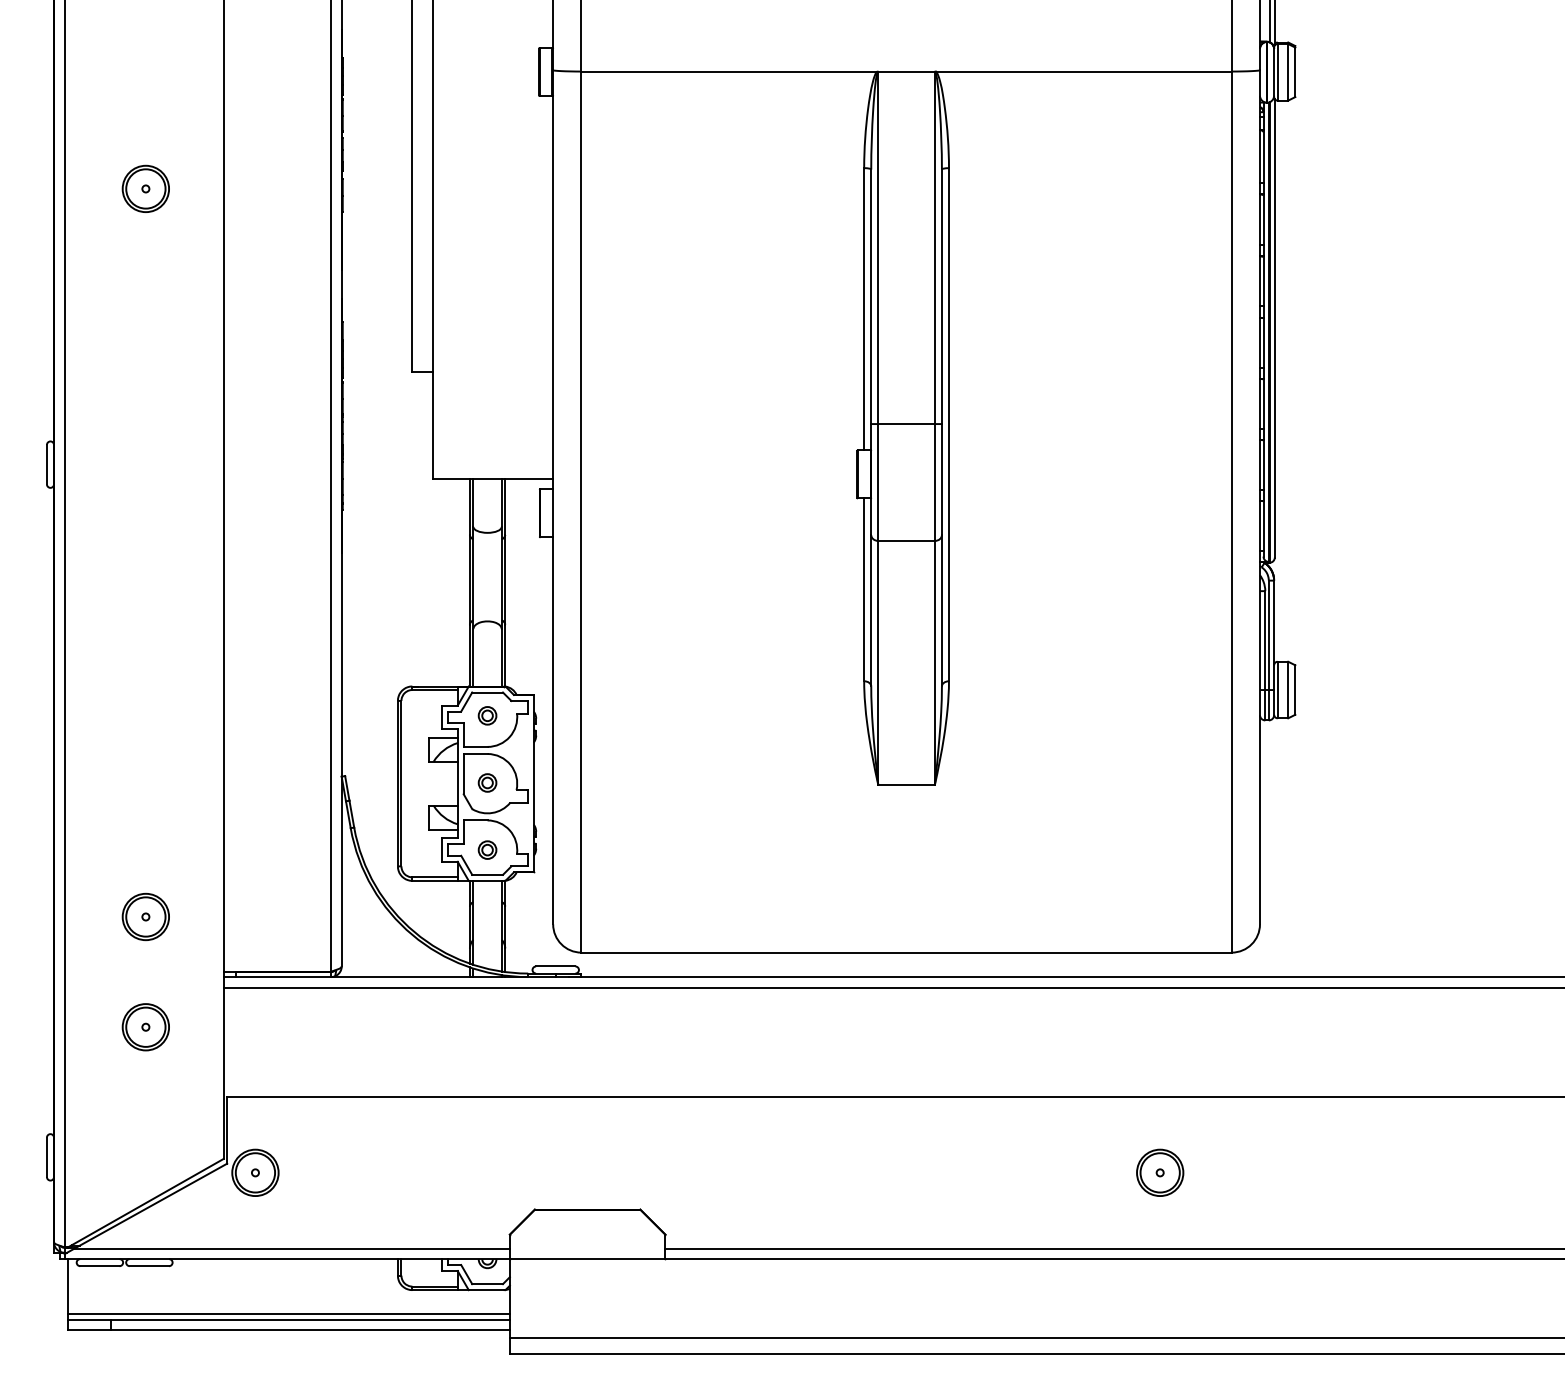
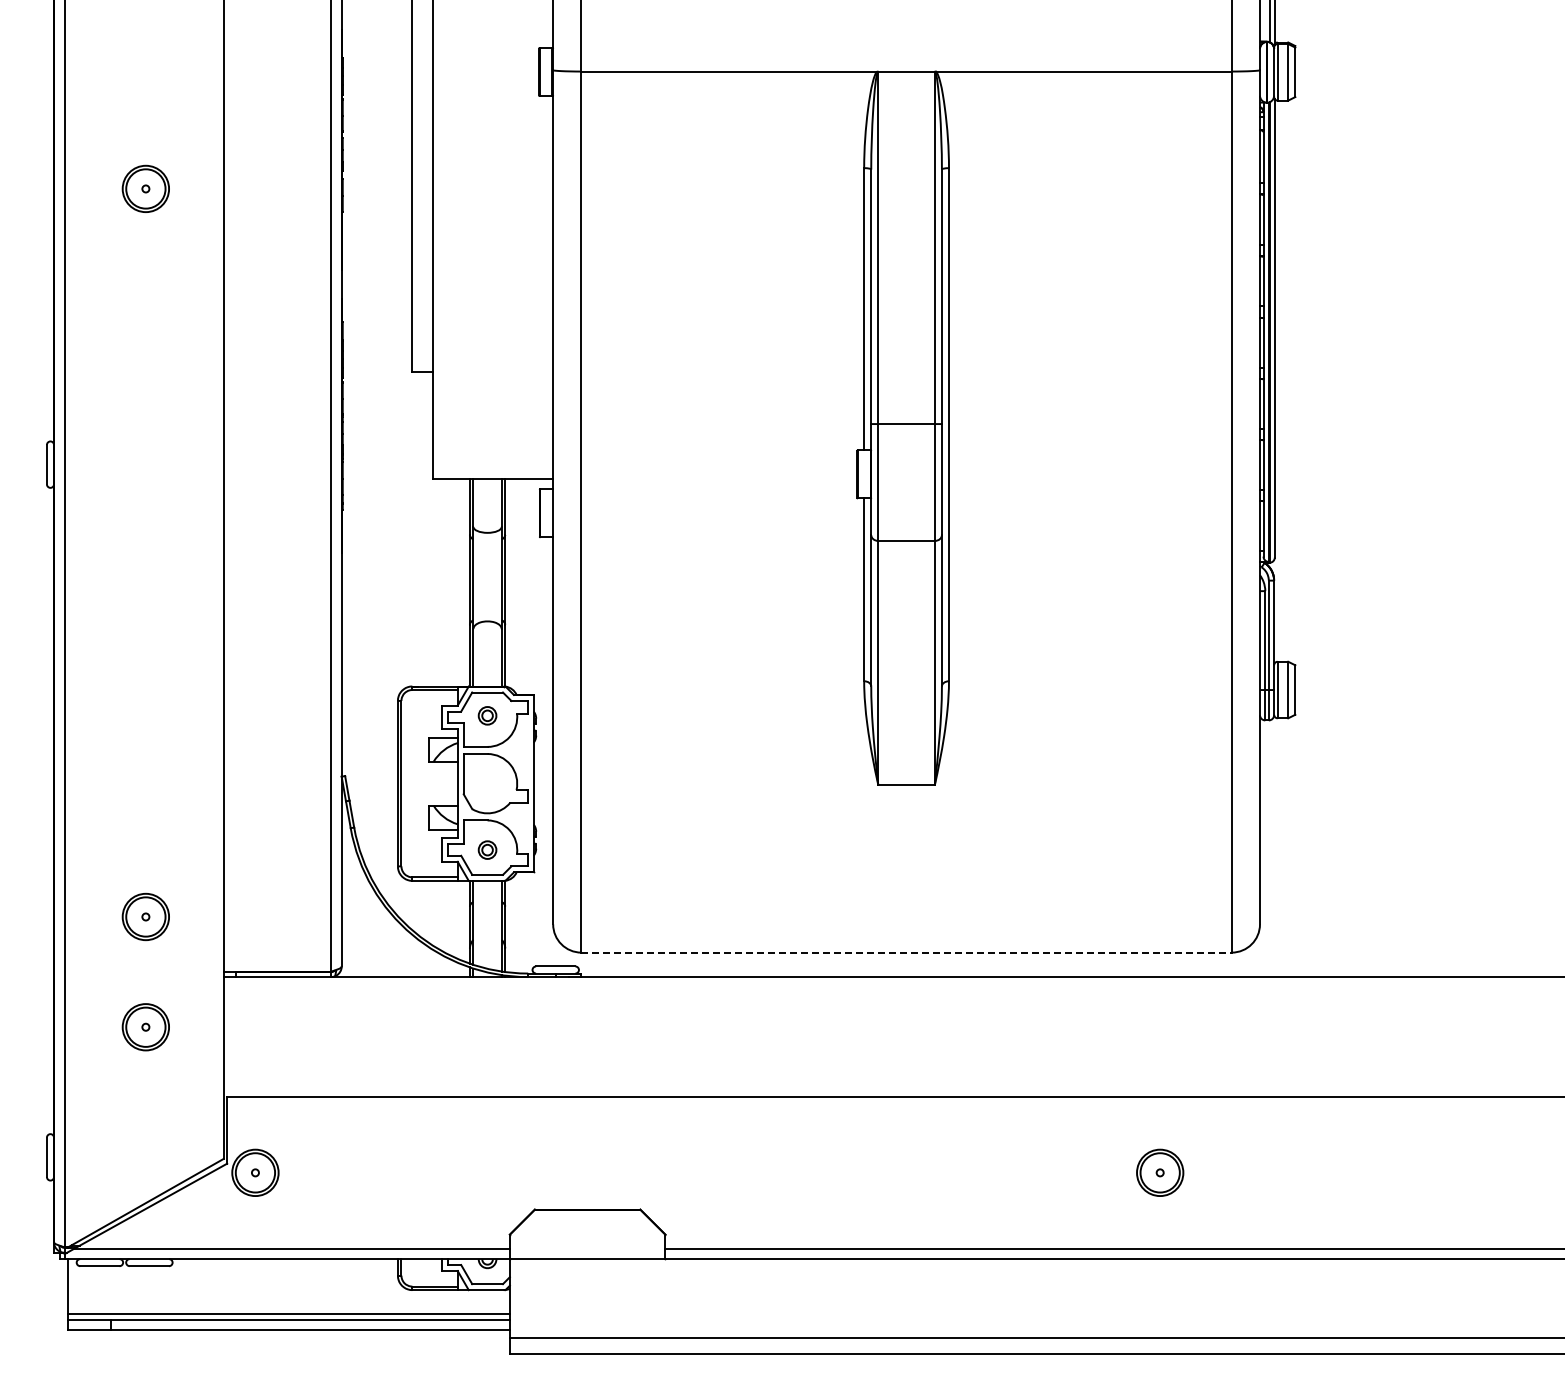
part at (487, 782): present -> none
line at (907, 952): solid -> dashed
line at (892, 987): present -> none
